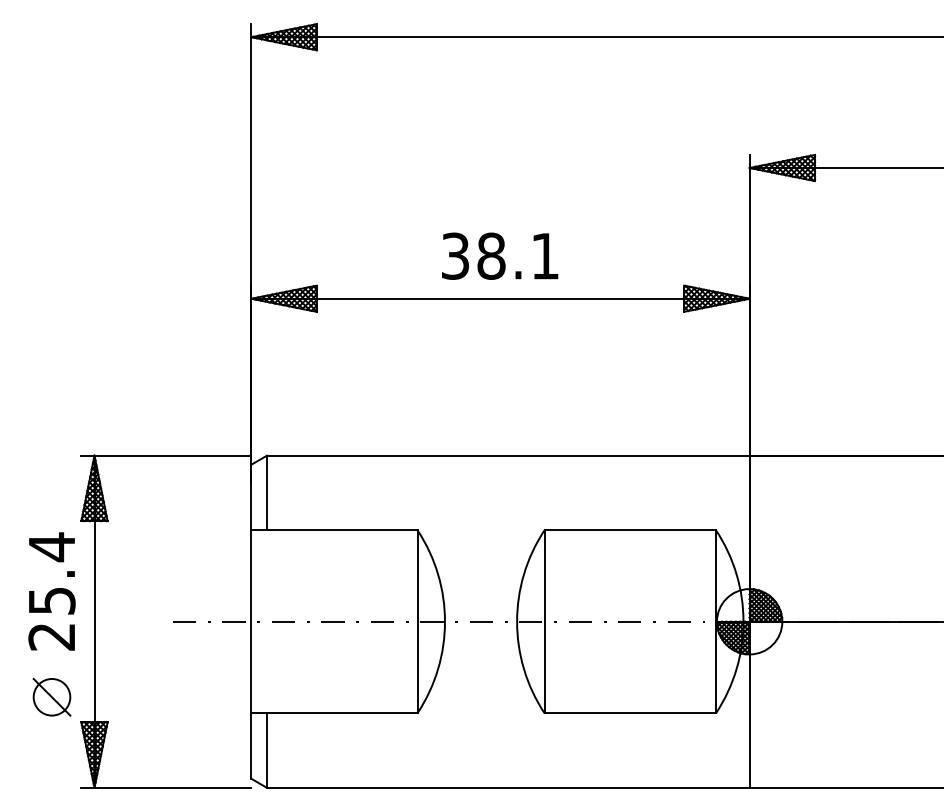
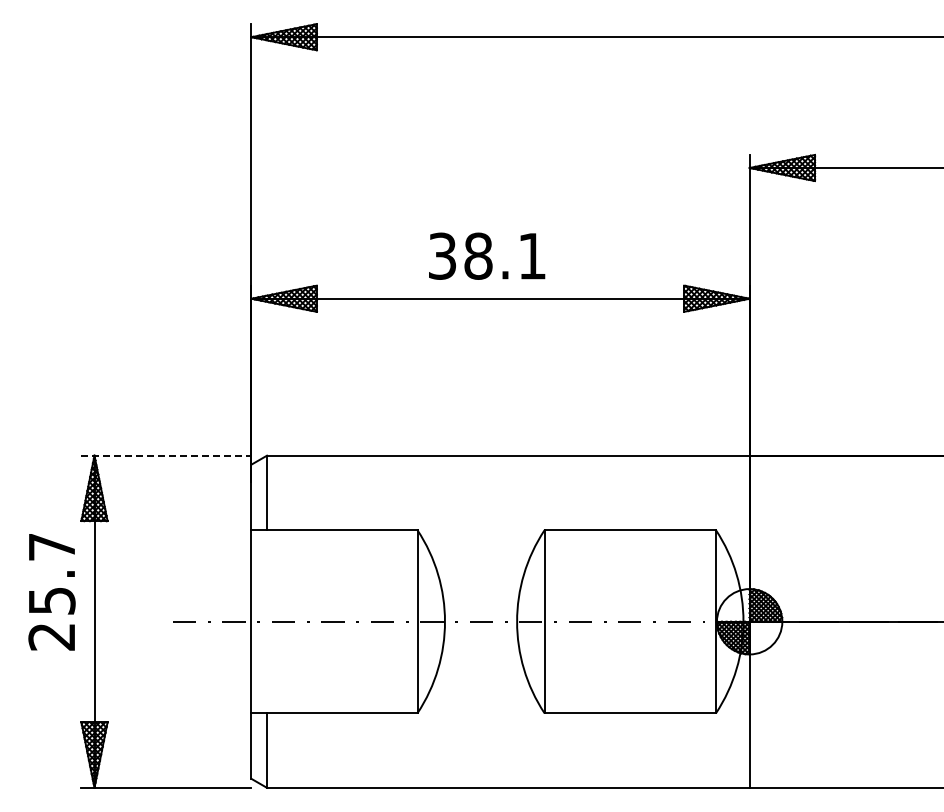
text at (500, 255) position: (500, 255) -> (487, 255)
line at (166, 455): solid -> dashed
text at (51, 547): 25.4 -> 25.7
part at (51, 696): present -> none
